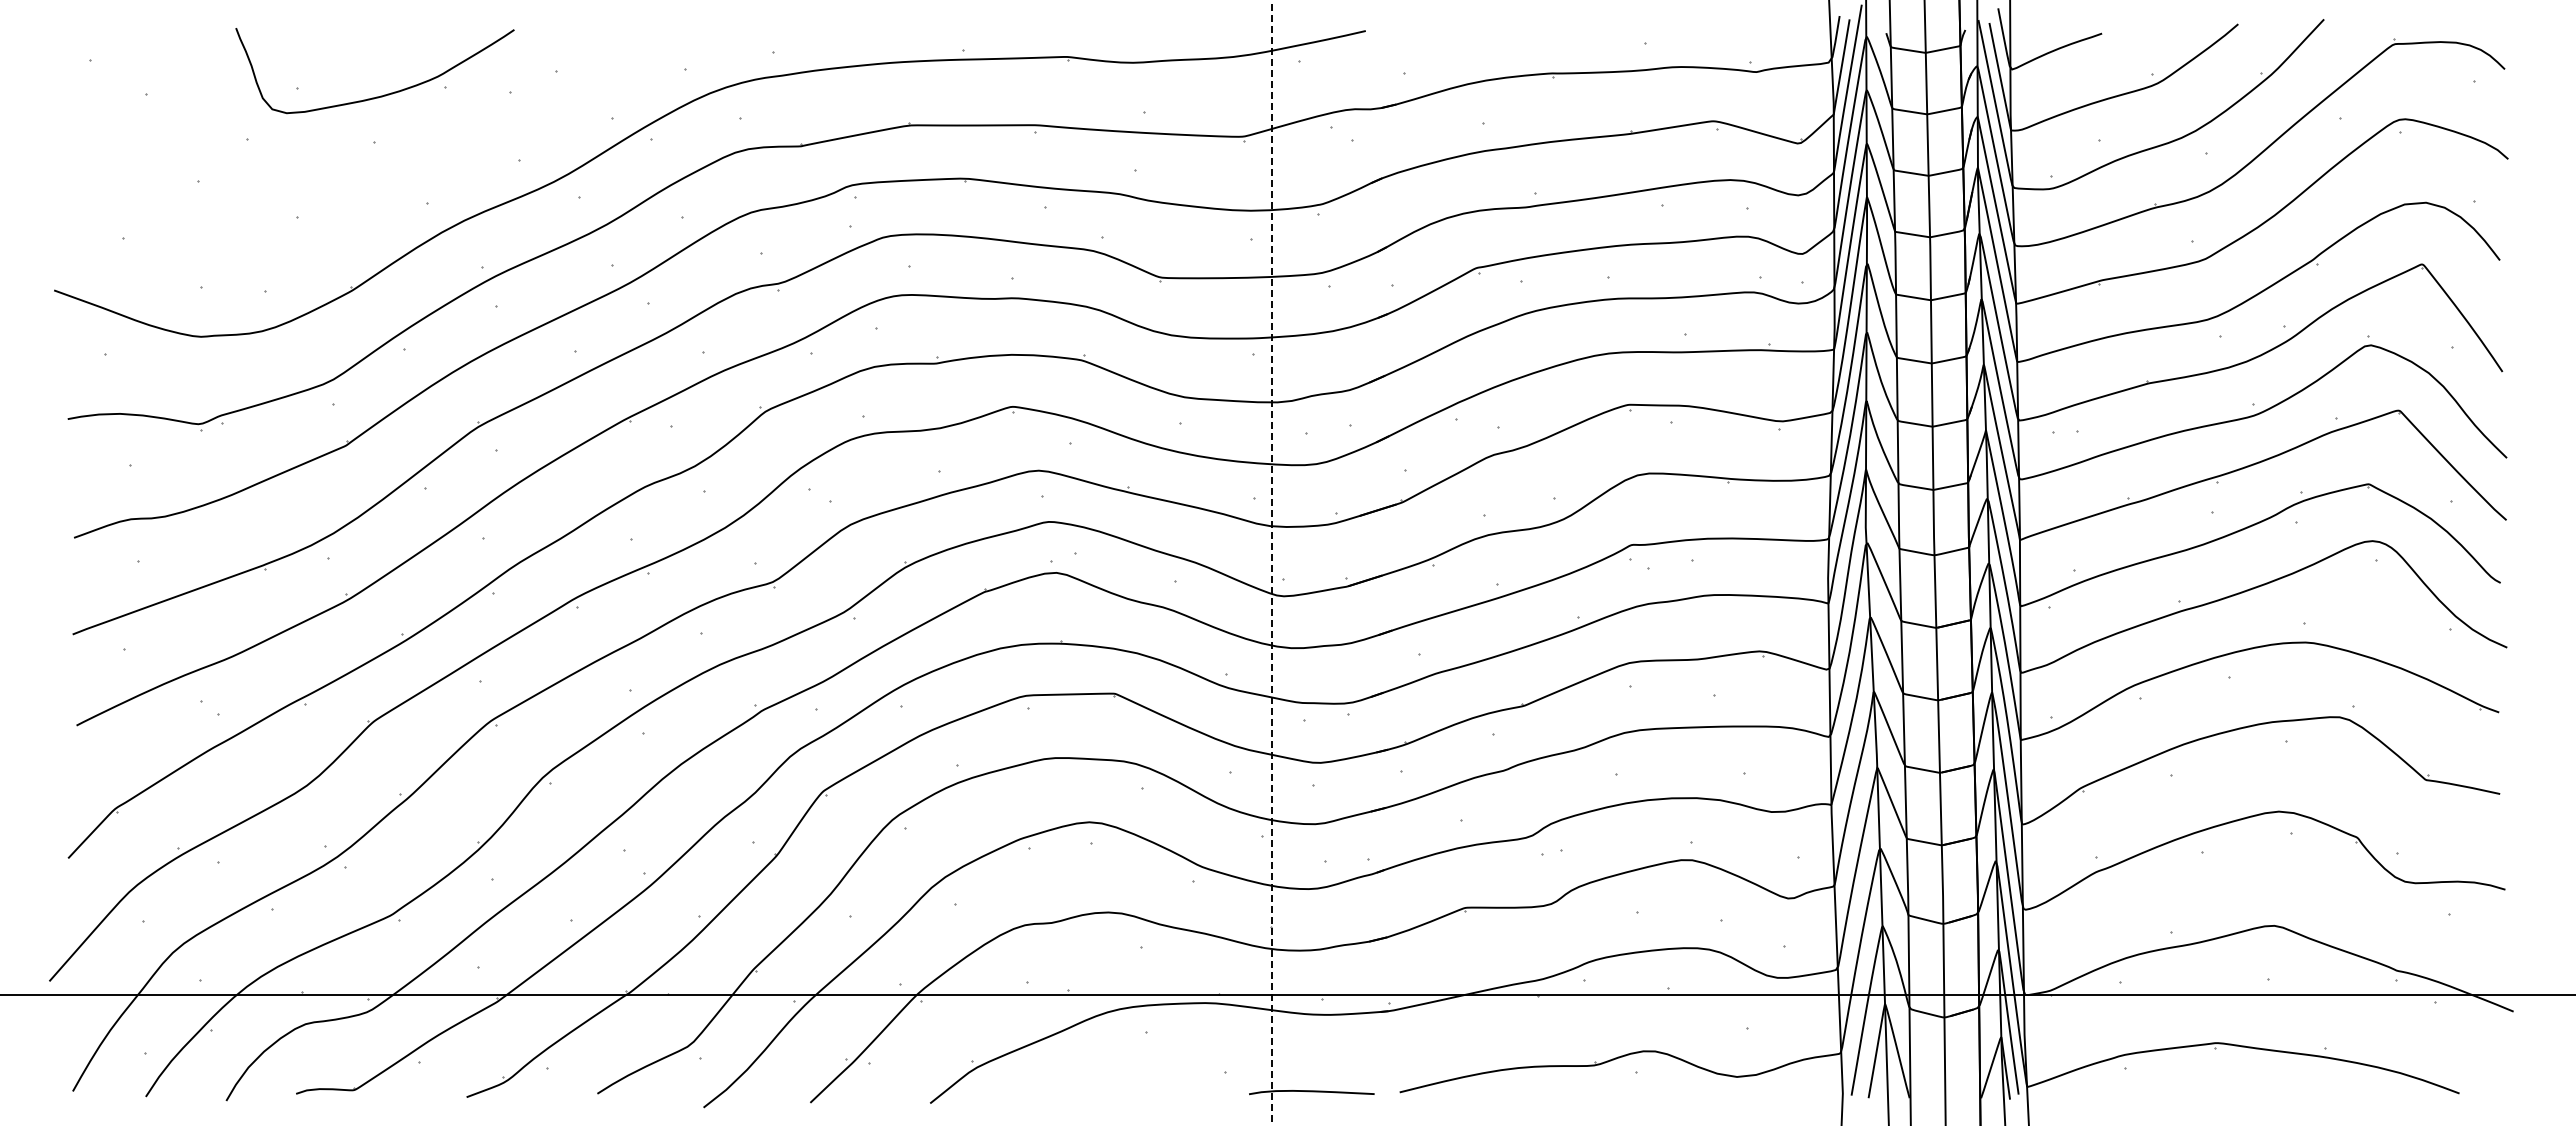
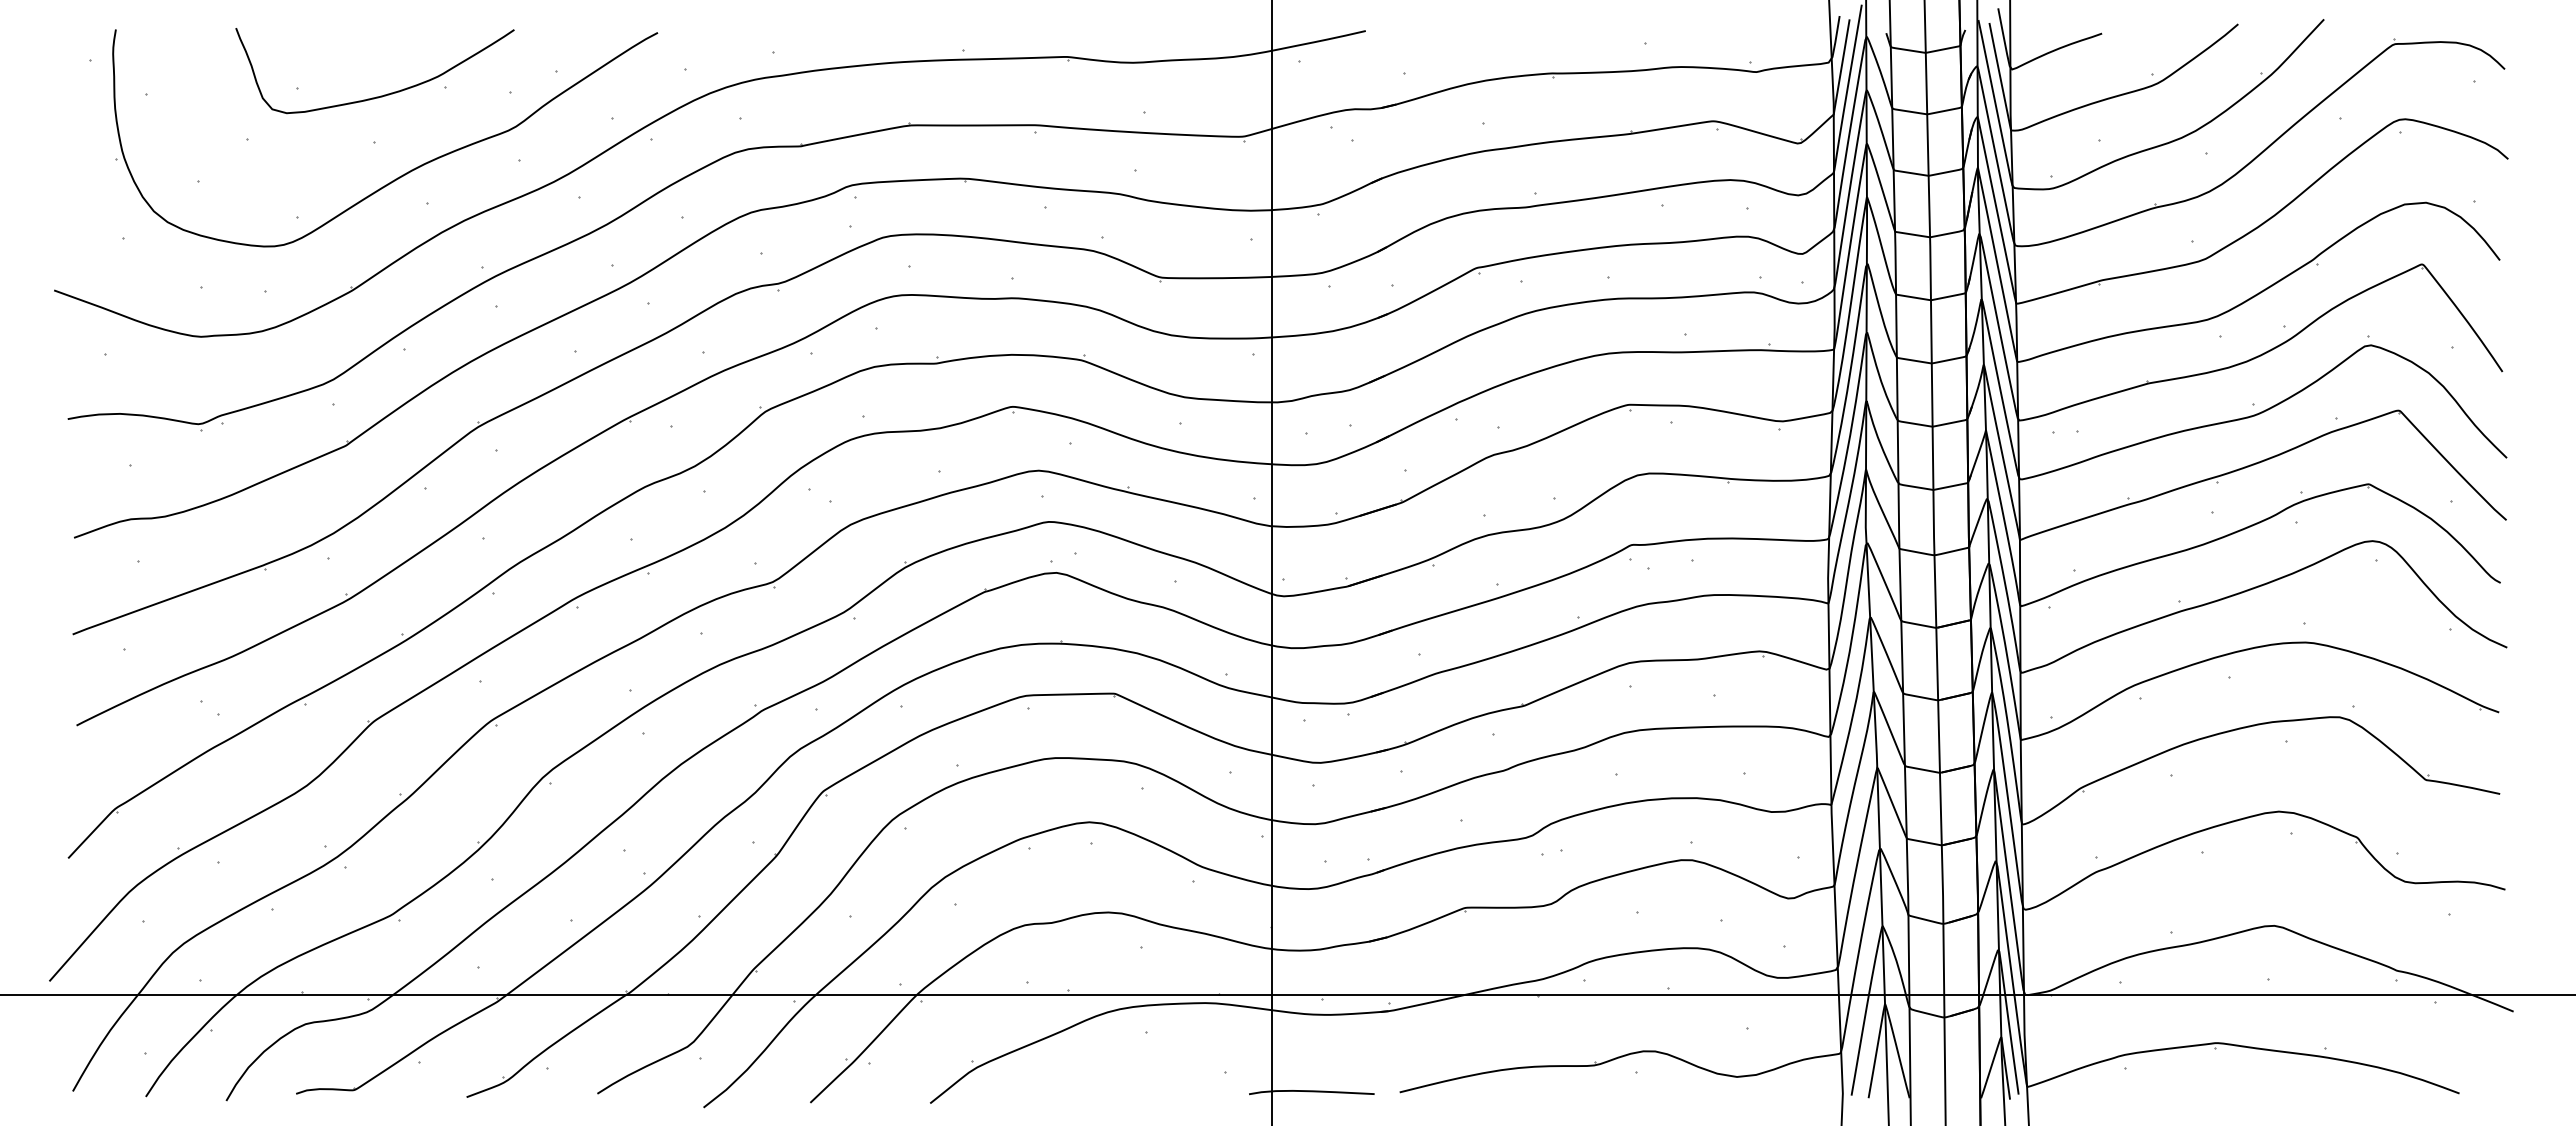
part at (402, 174): none -> present
line at (1272, 561): dashed -> solid
